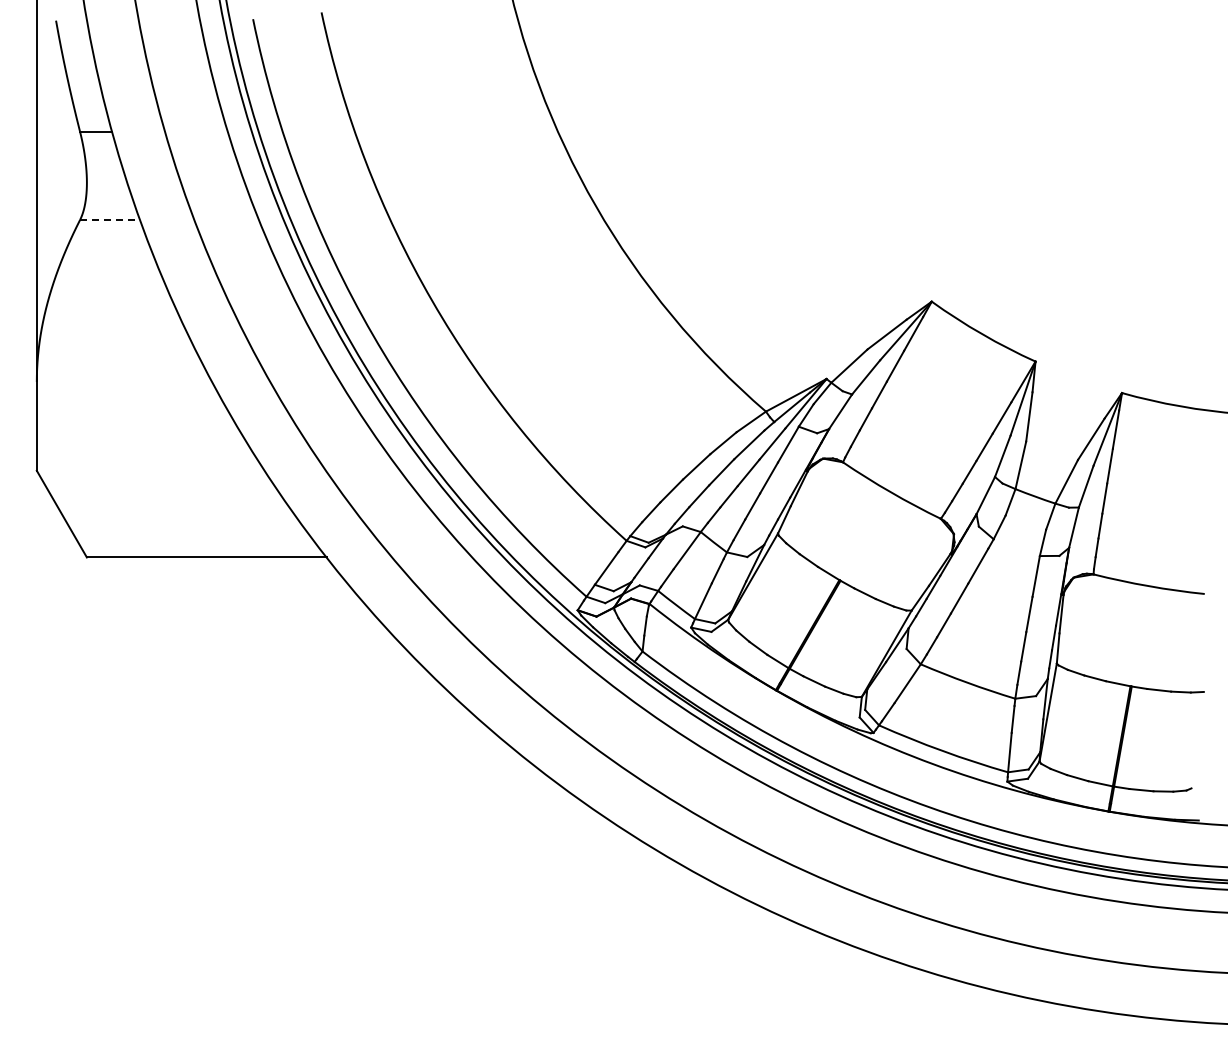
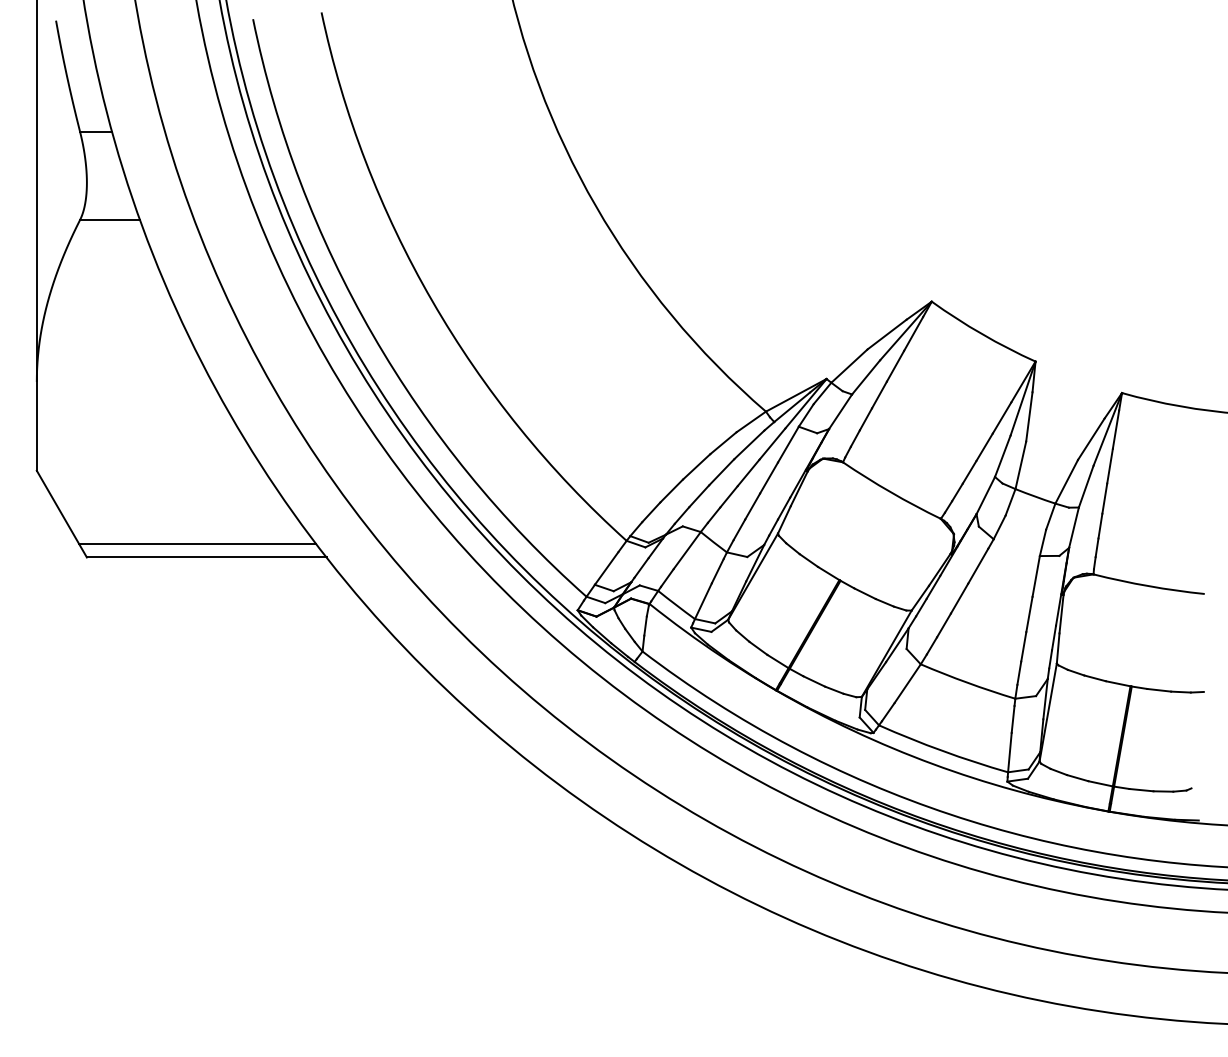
line at (110, 220): dashed -> solid
line at (197, 543): none -> present
